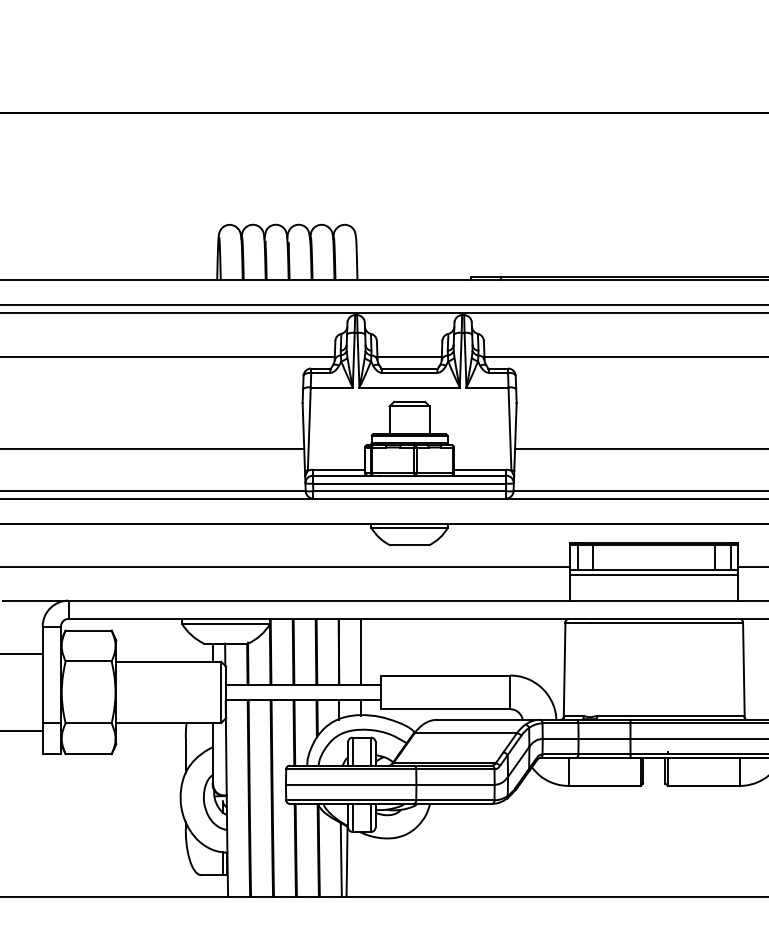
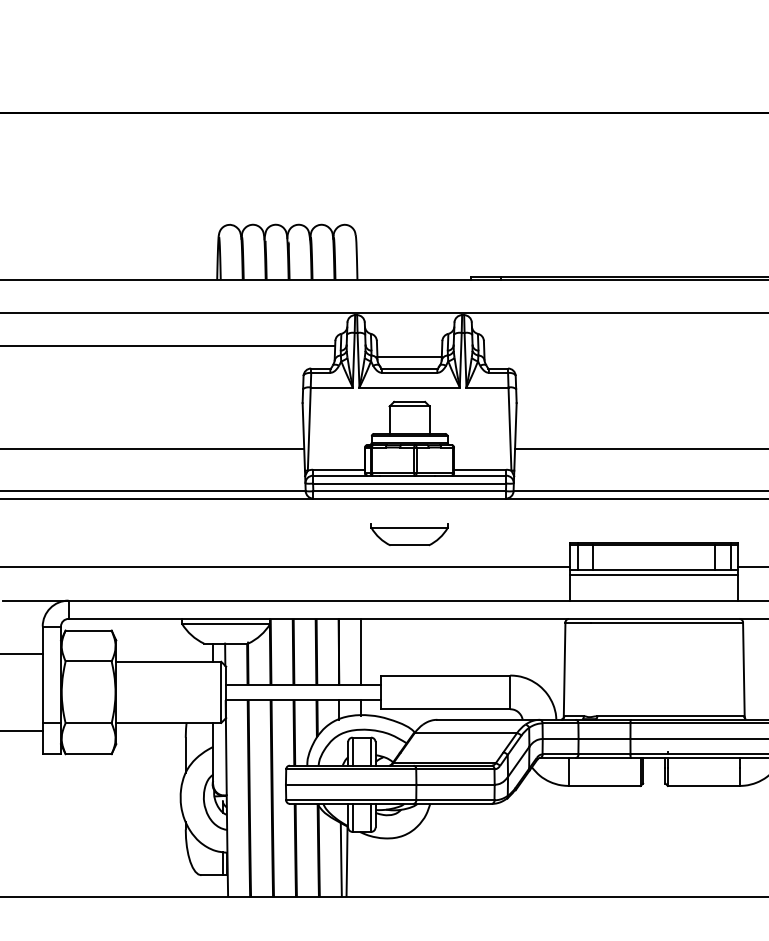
line at (383, 305): present -> none
line at (168, 357) position: (168, 357) -> (168, 346)
line at (624, 357): present -> none
line at (383, 524): present -> none
